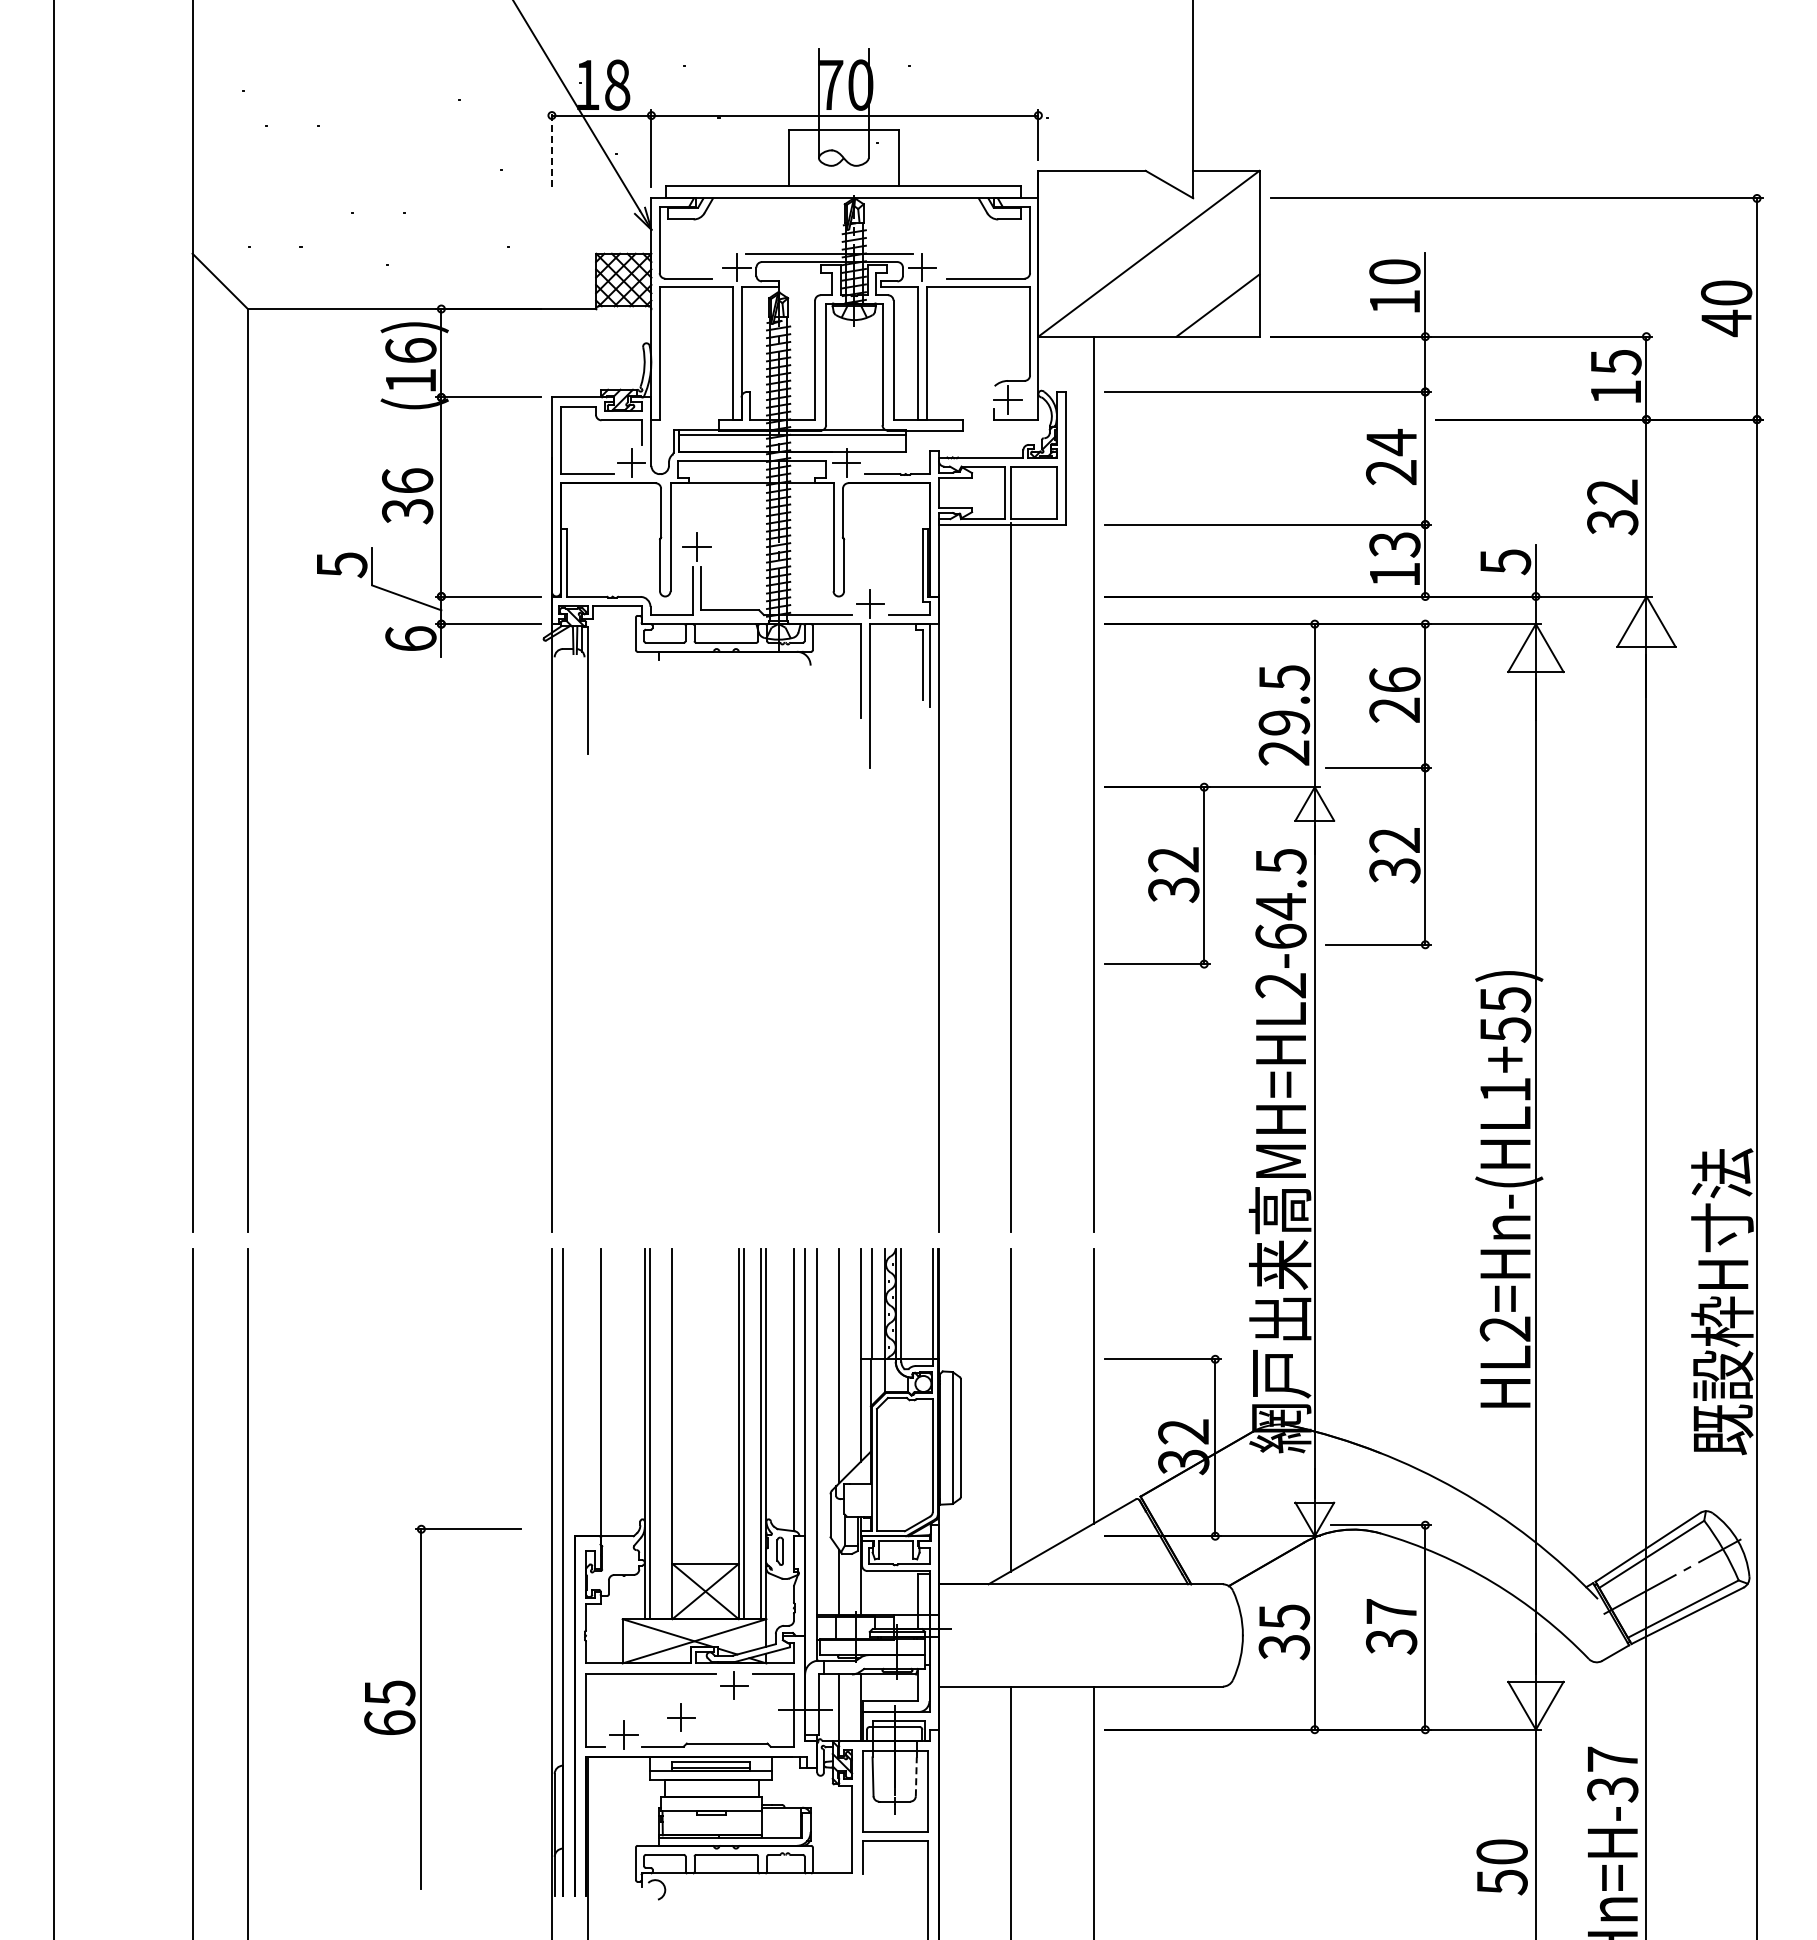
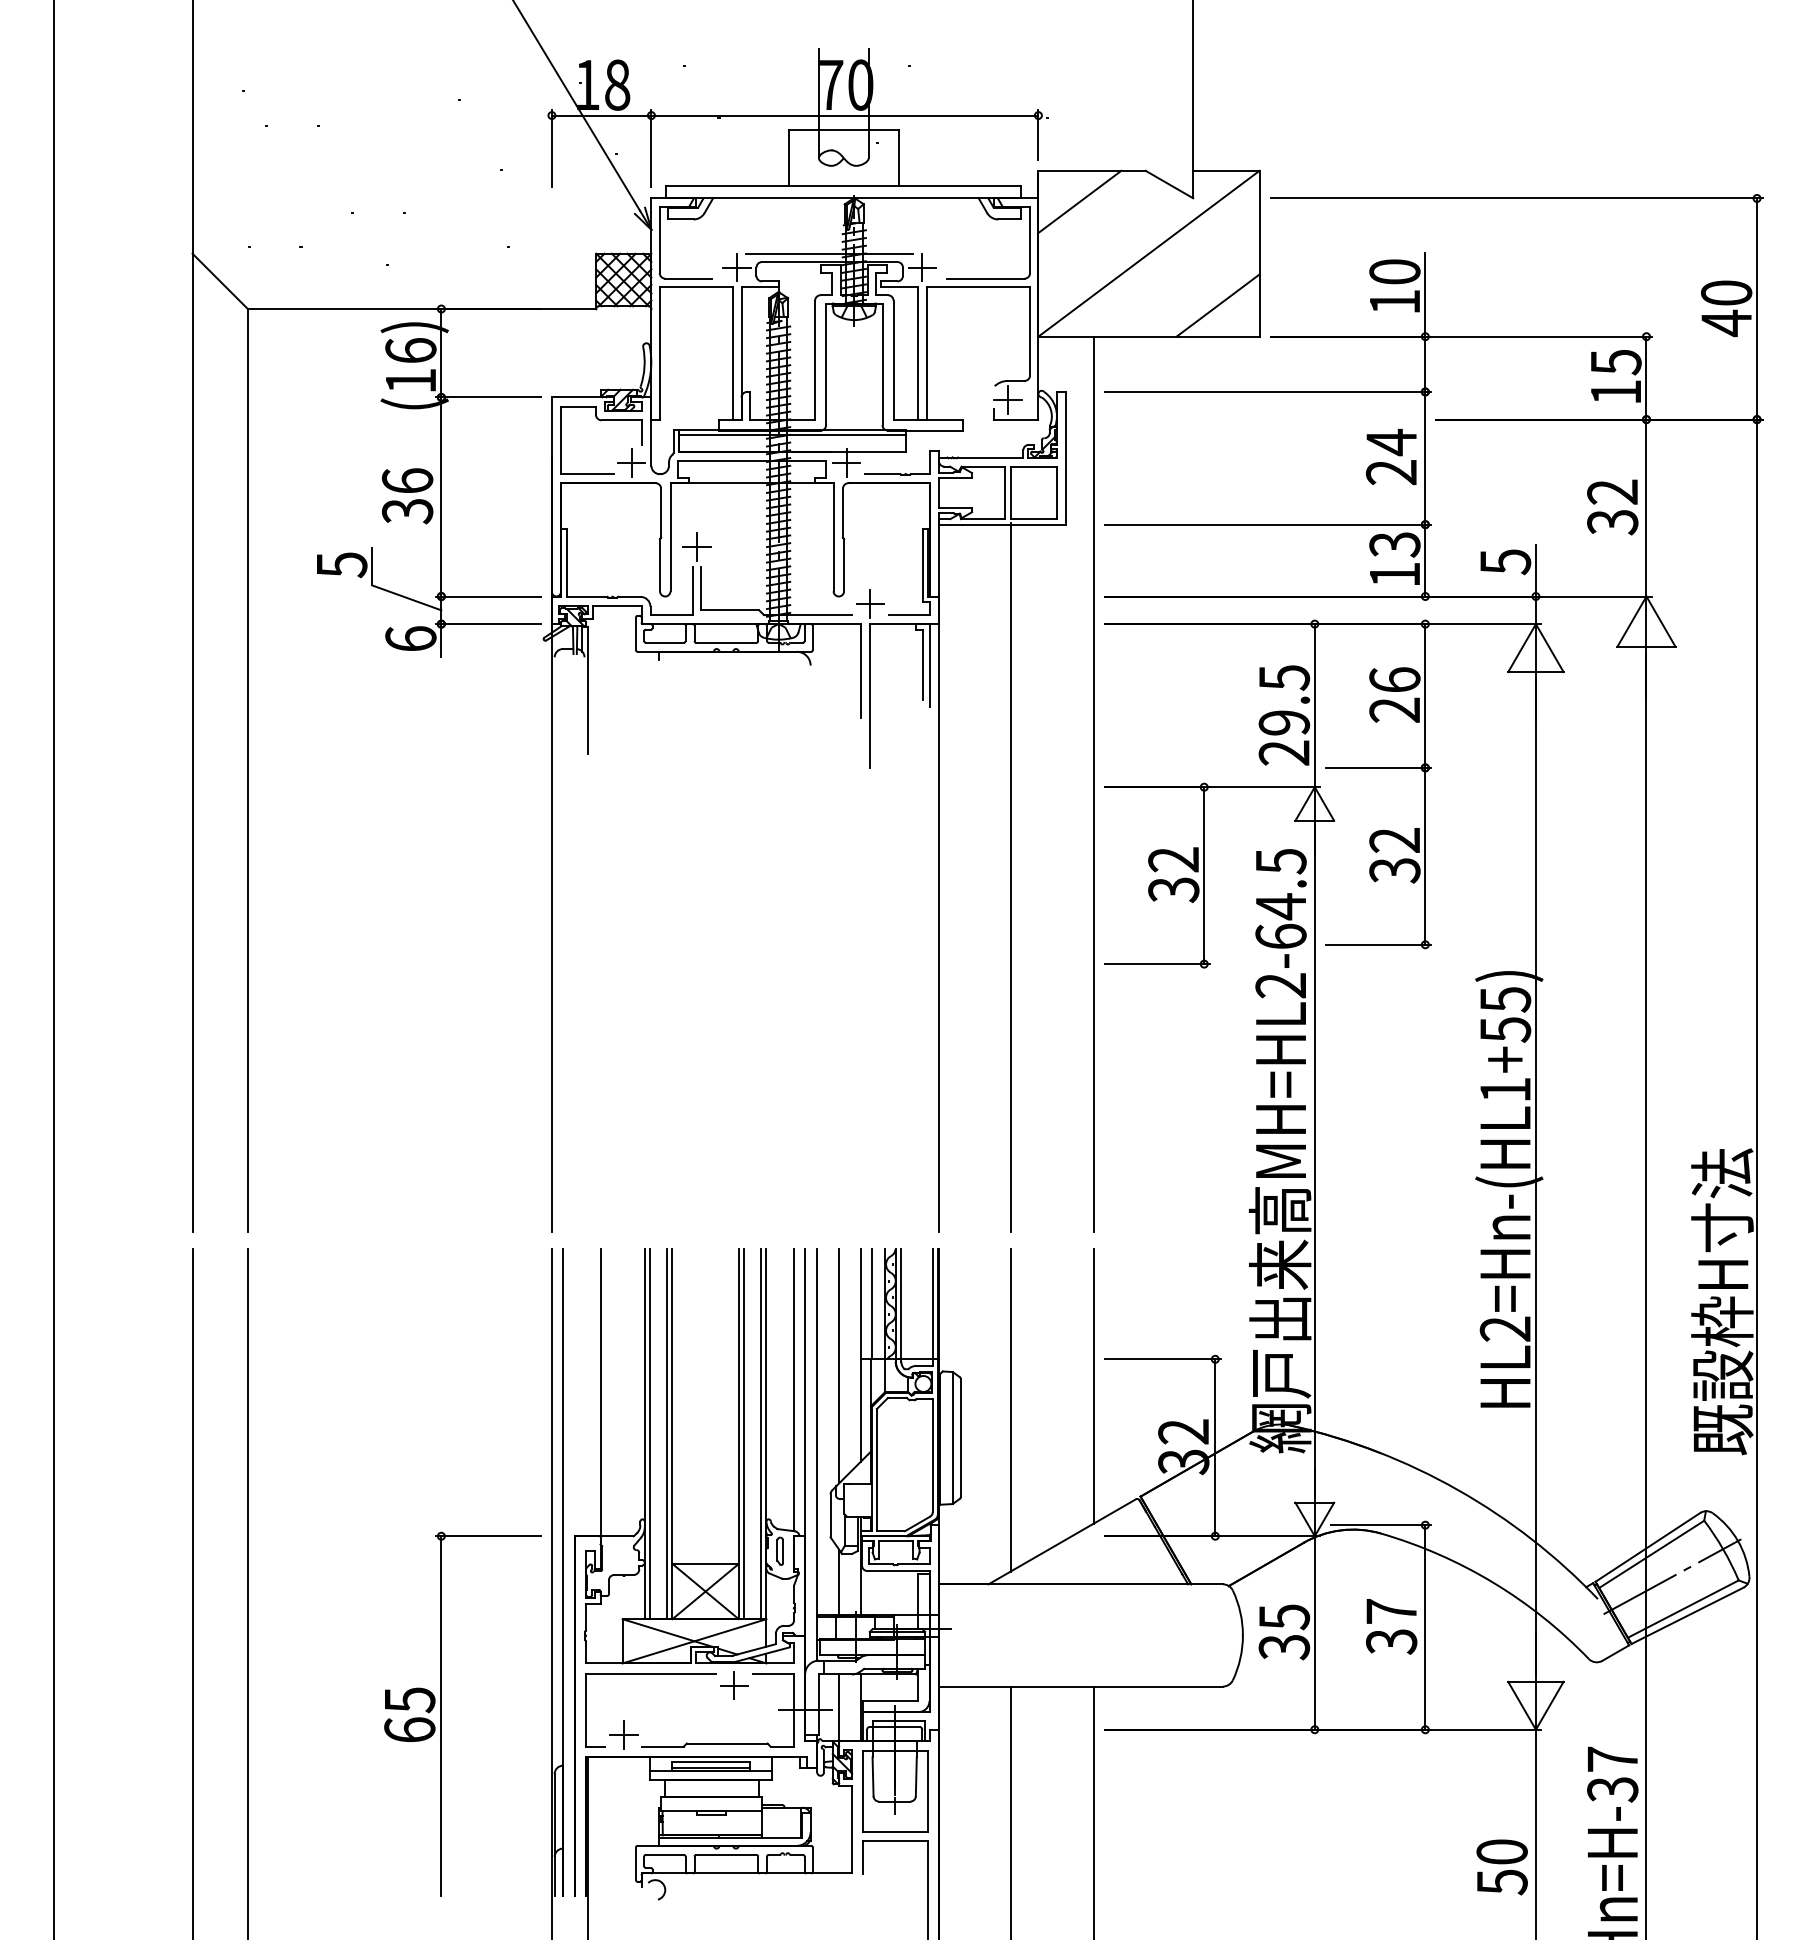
line at (551, 148): dashed -> solid
line at (1079, 201): none -> present
line at (666, 1433): none -> present
part at (421, 1706) position: (421, 1706) -> (441, 1713)
part at (681, 1717): present -> none
line at (916, 1776): dashed -> solid
